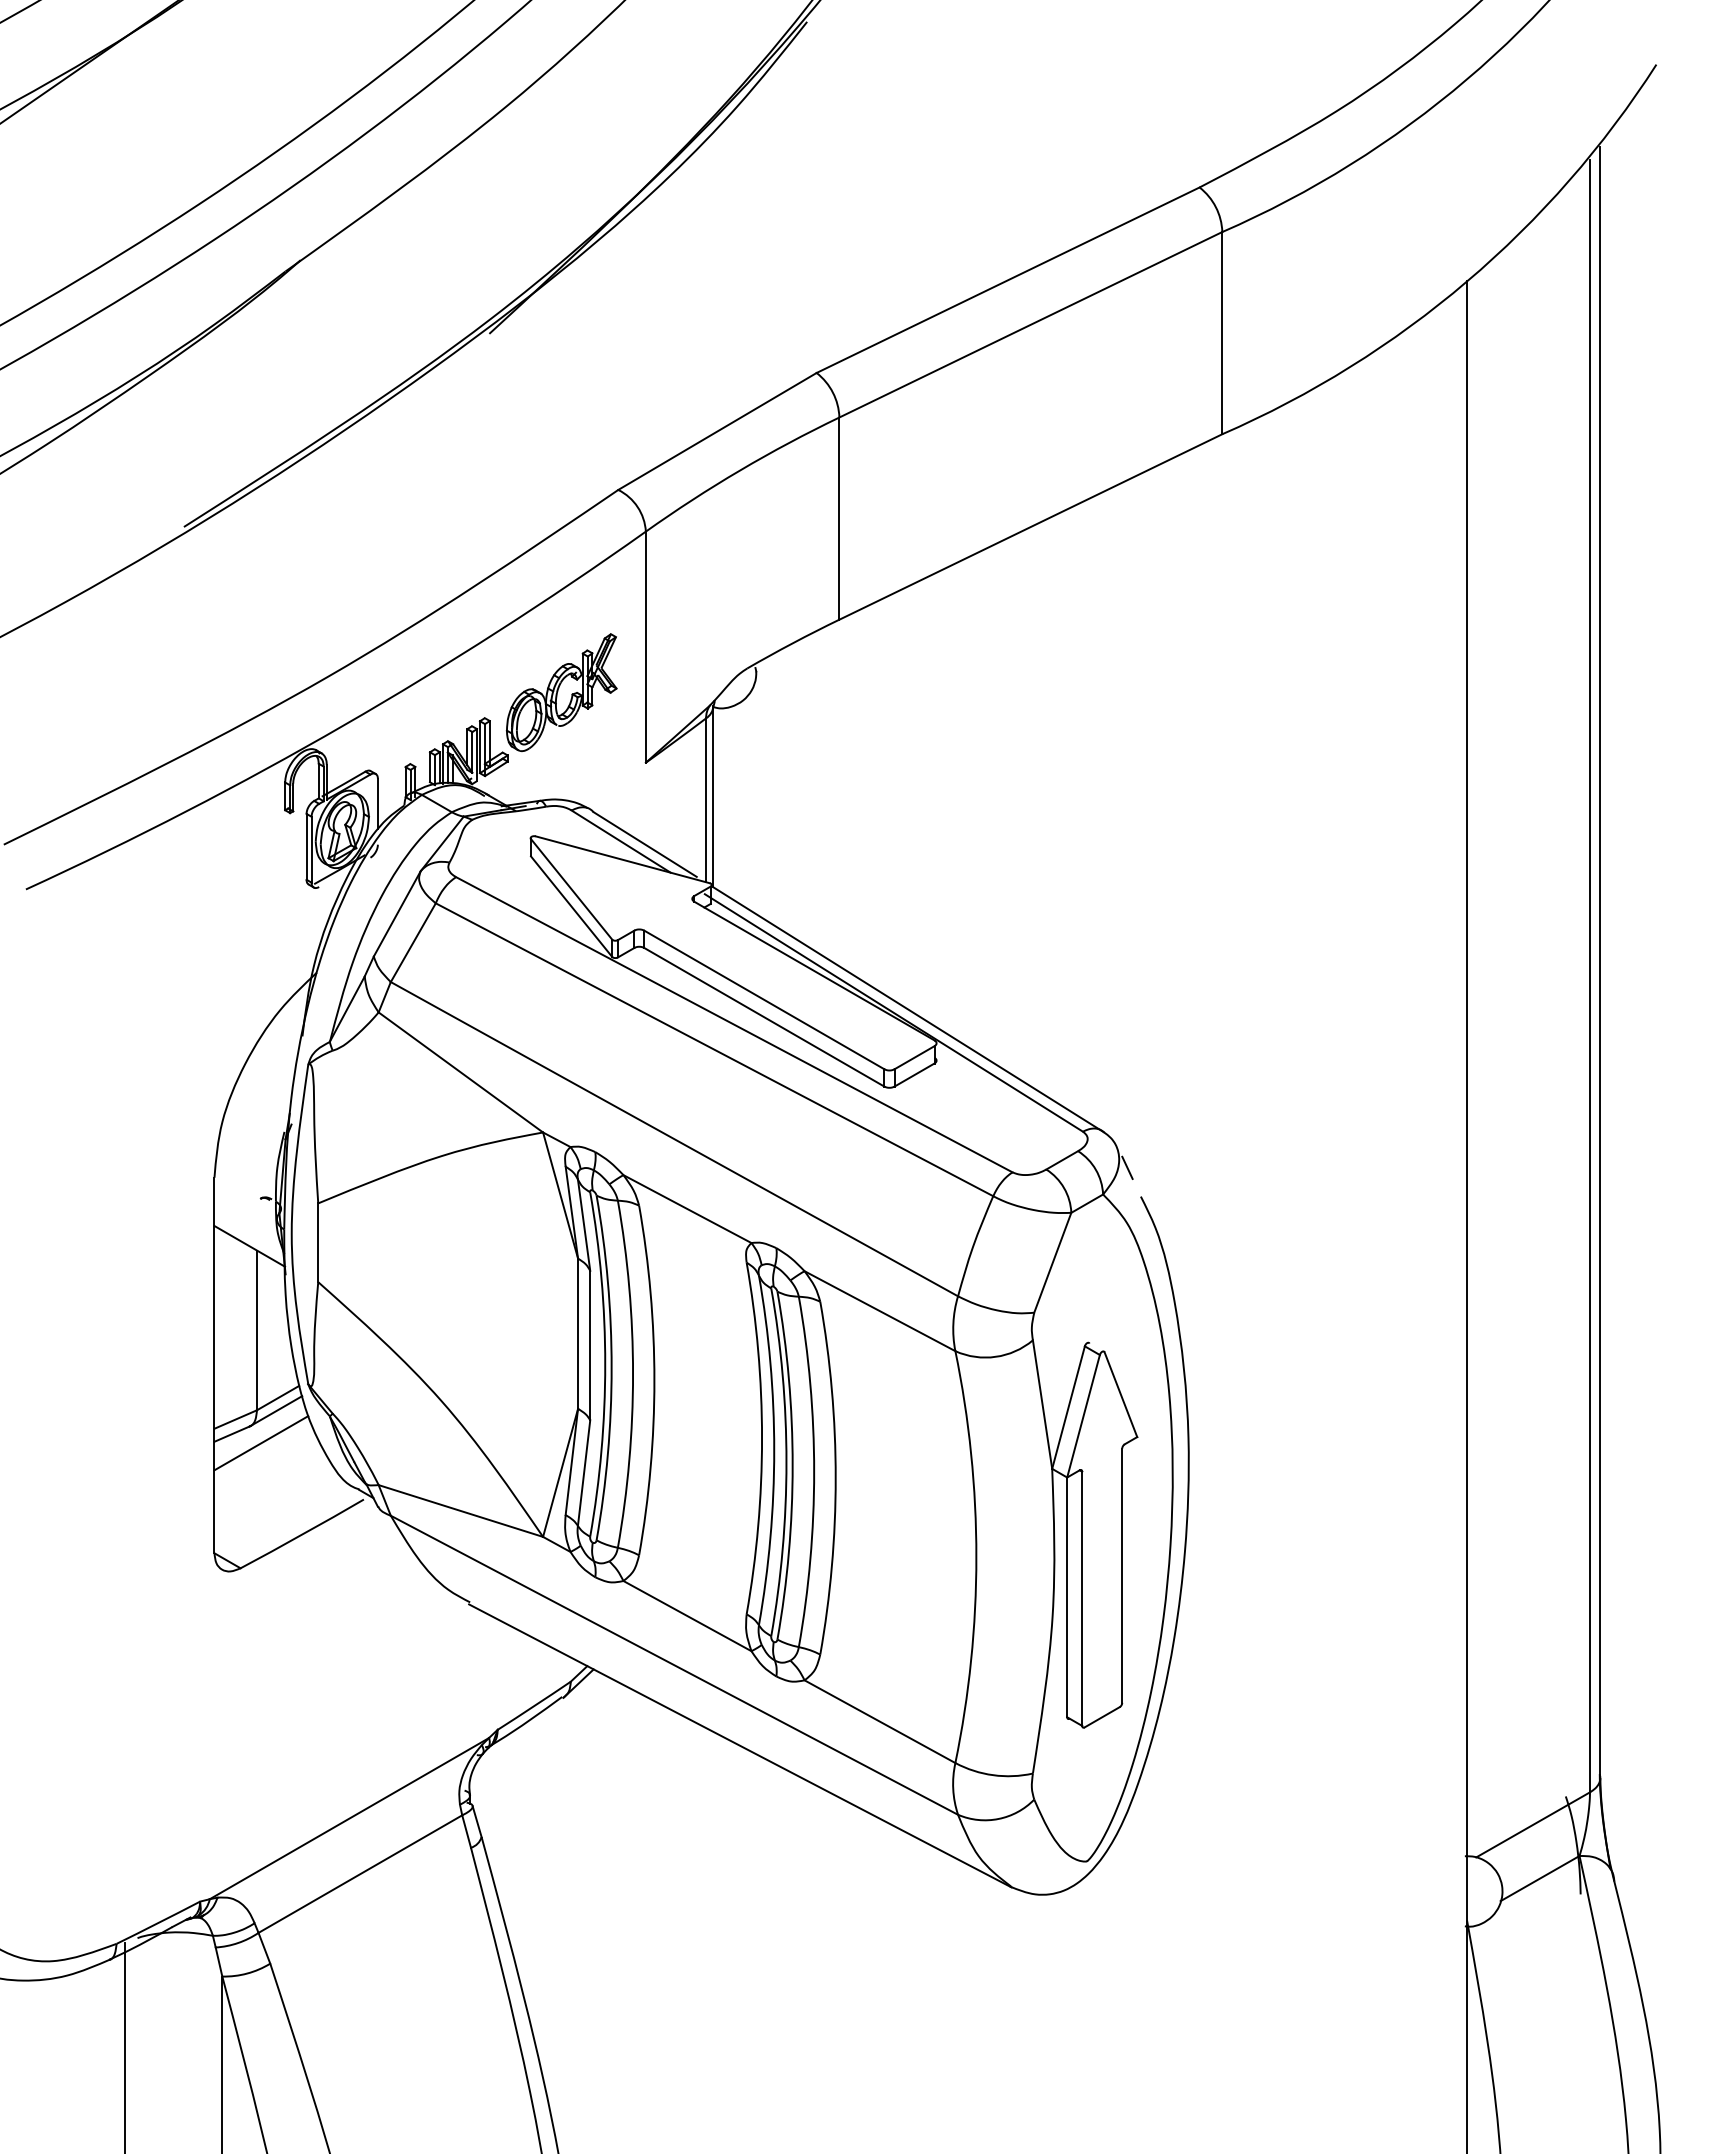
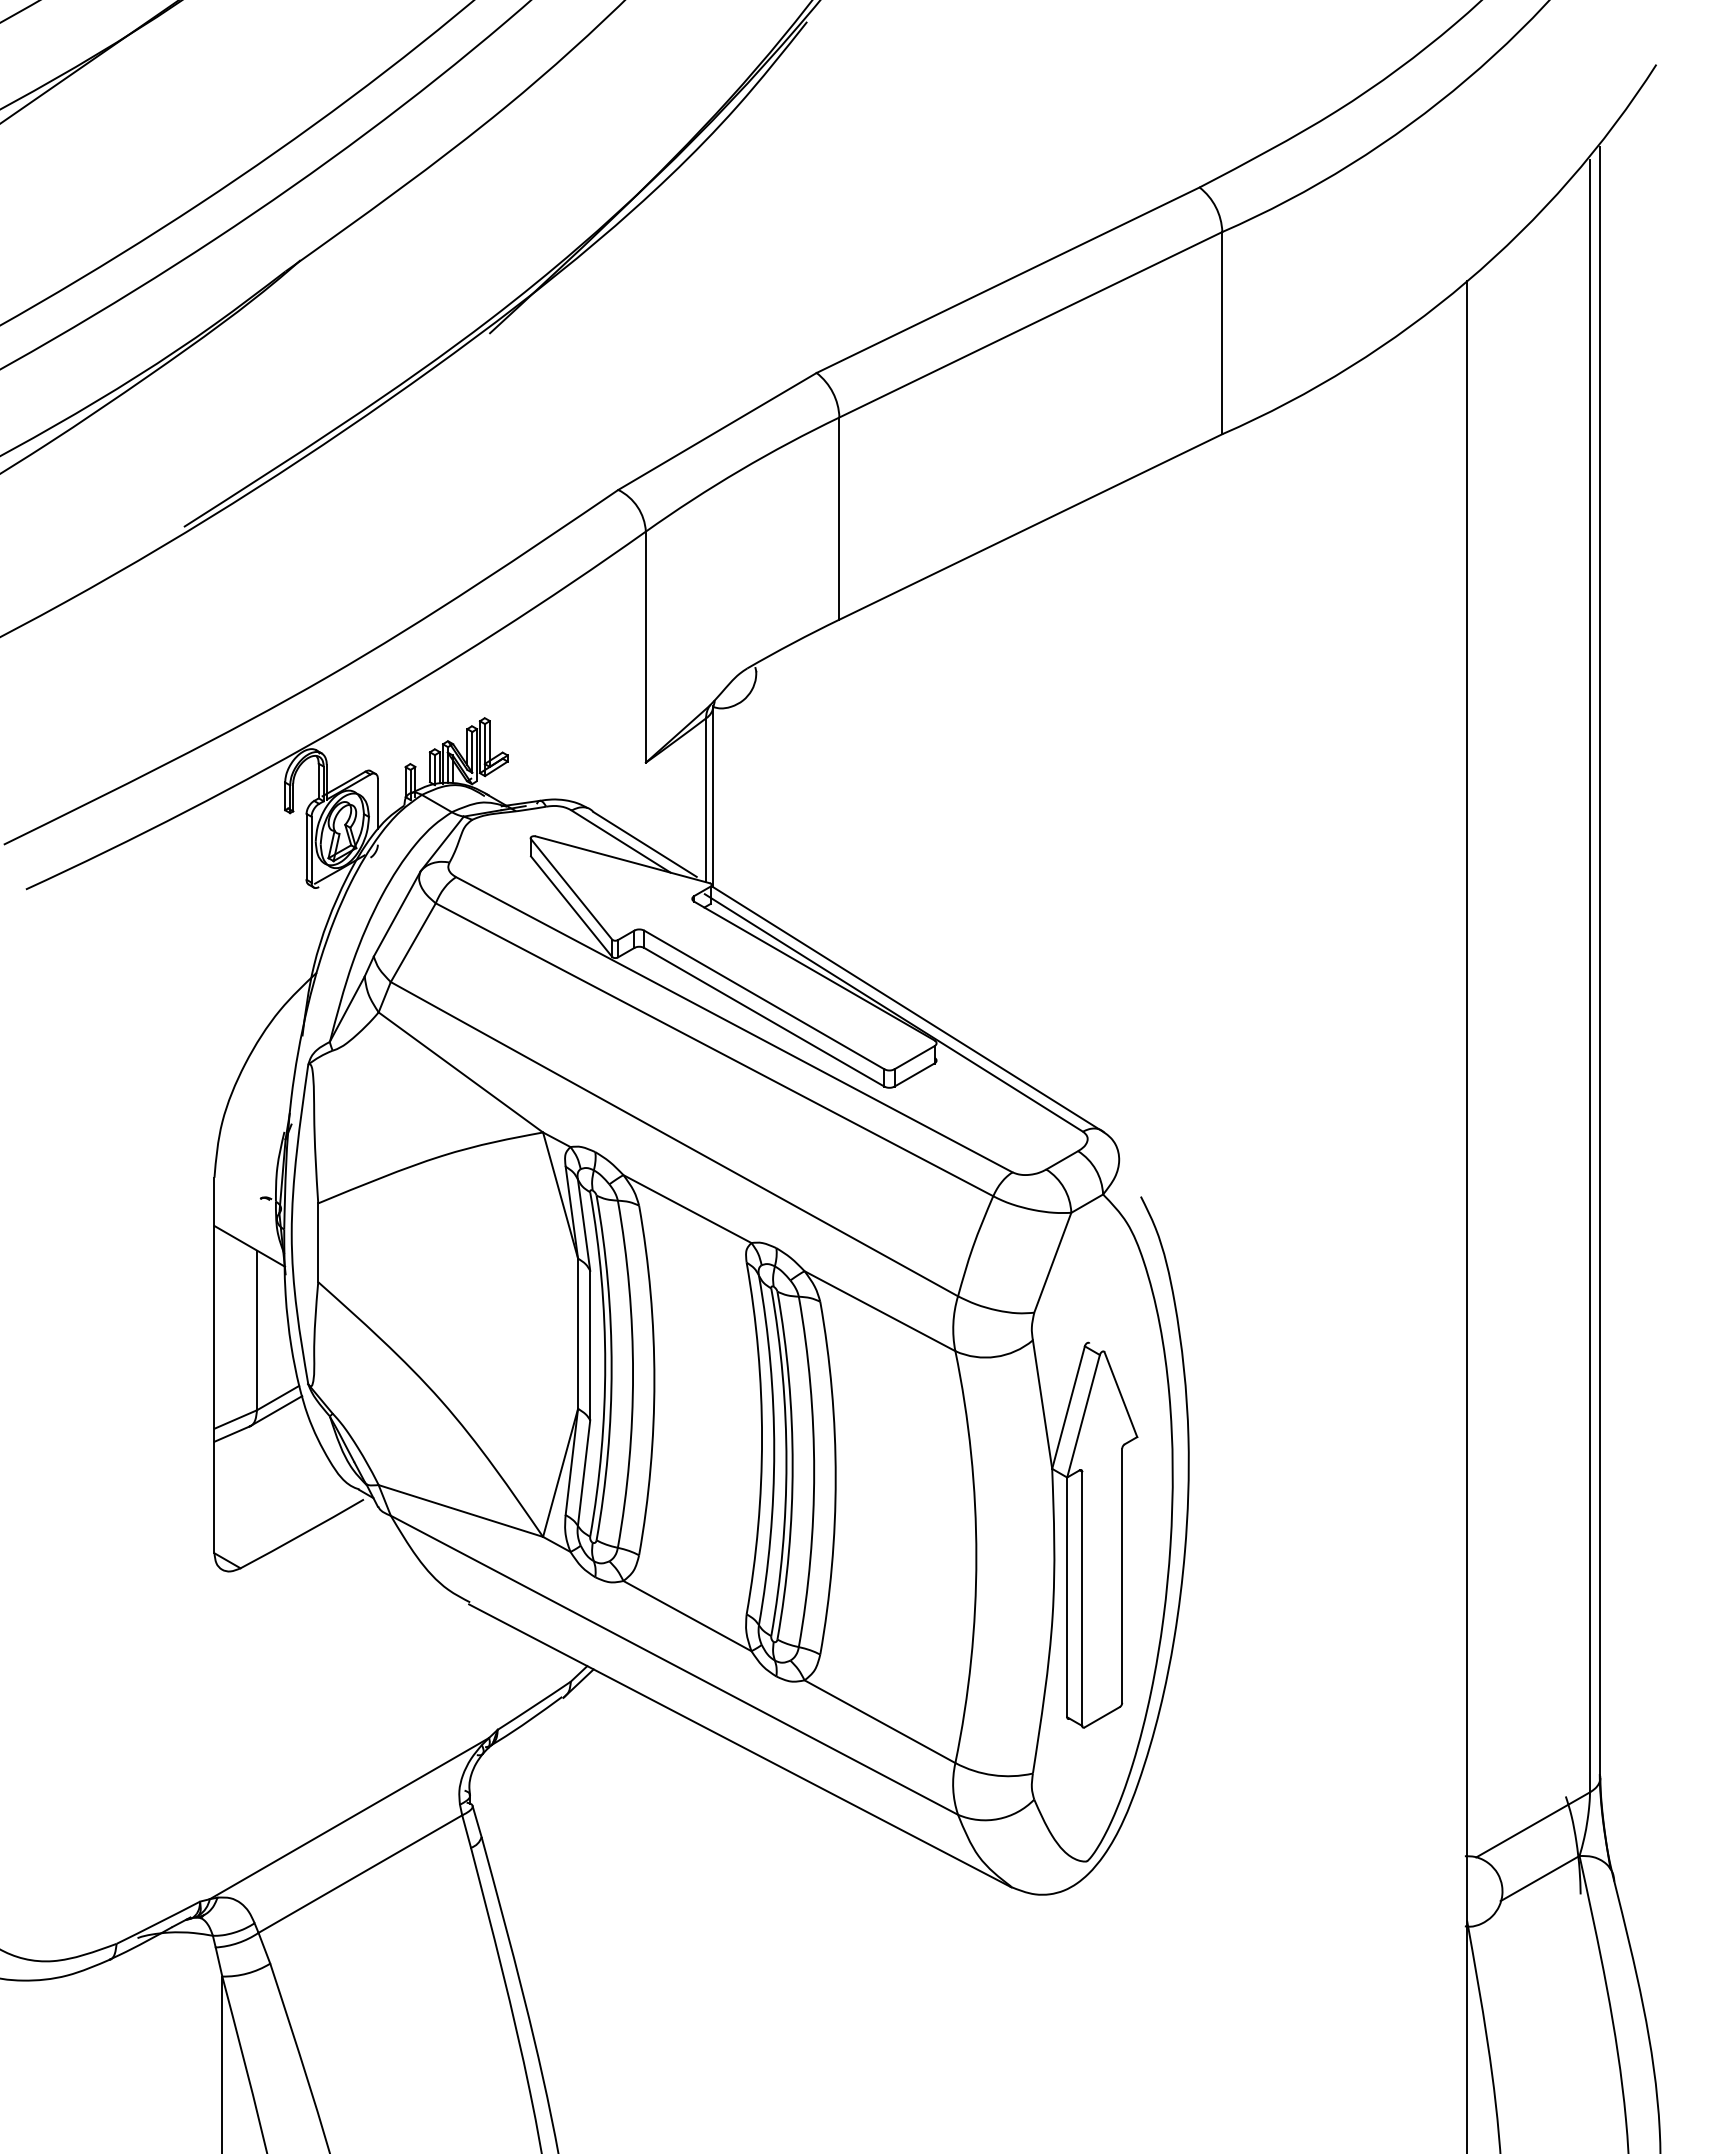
part at (561, 692): present -> none
line at (1127, 1167): present -> none
line at (261, 1443): present -> none
line at (125, 2046): present -> none
